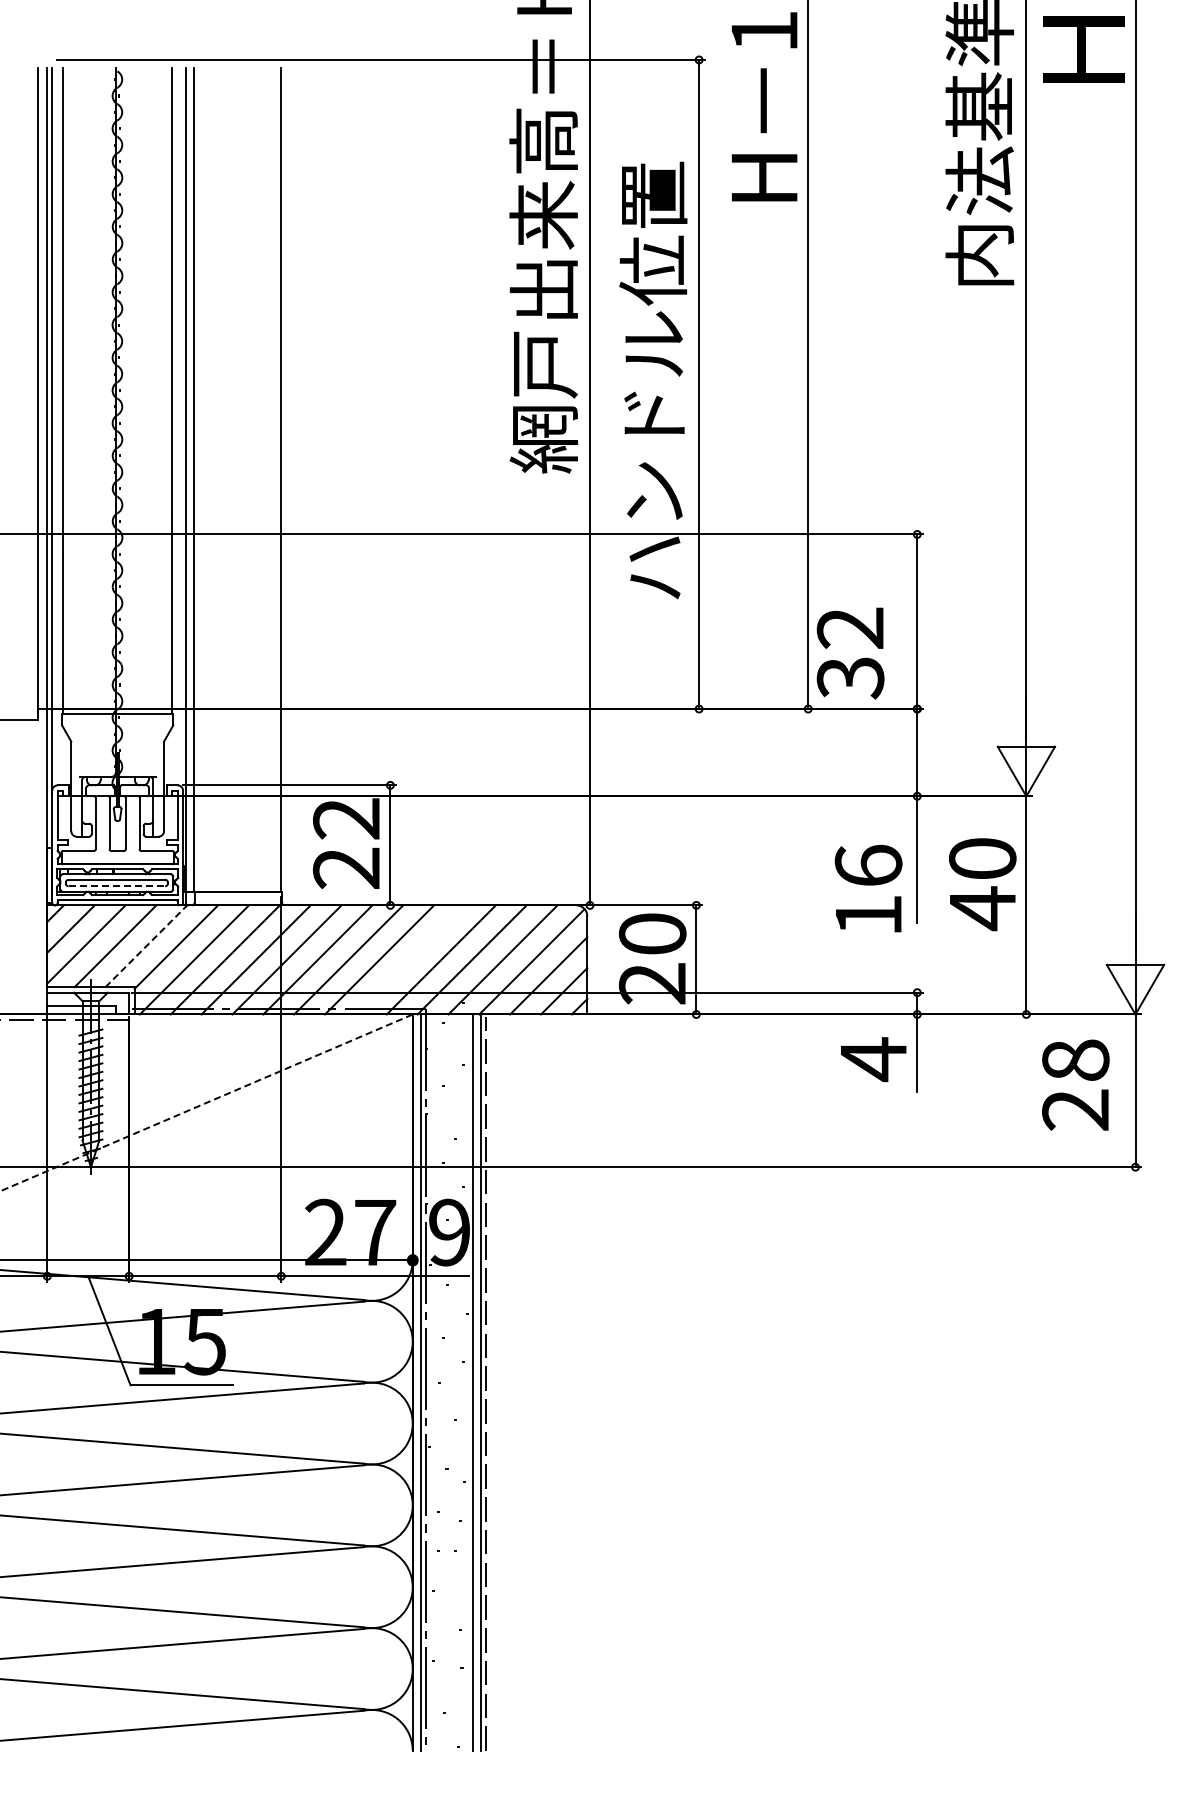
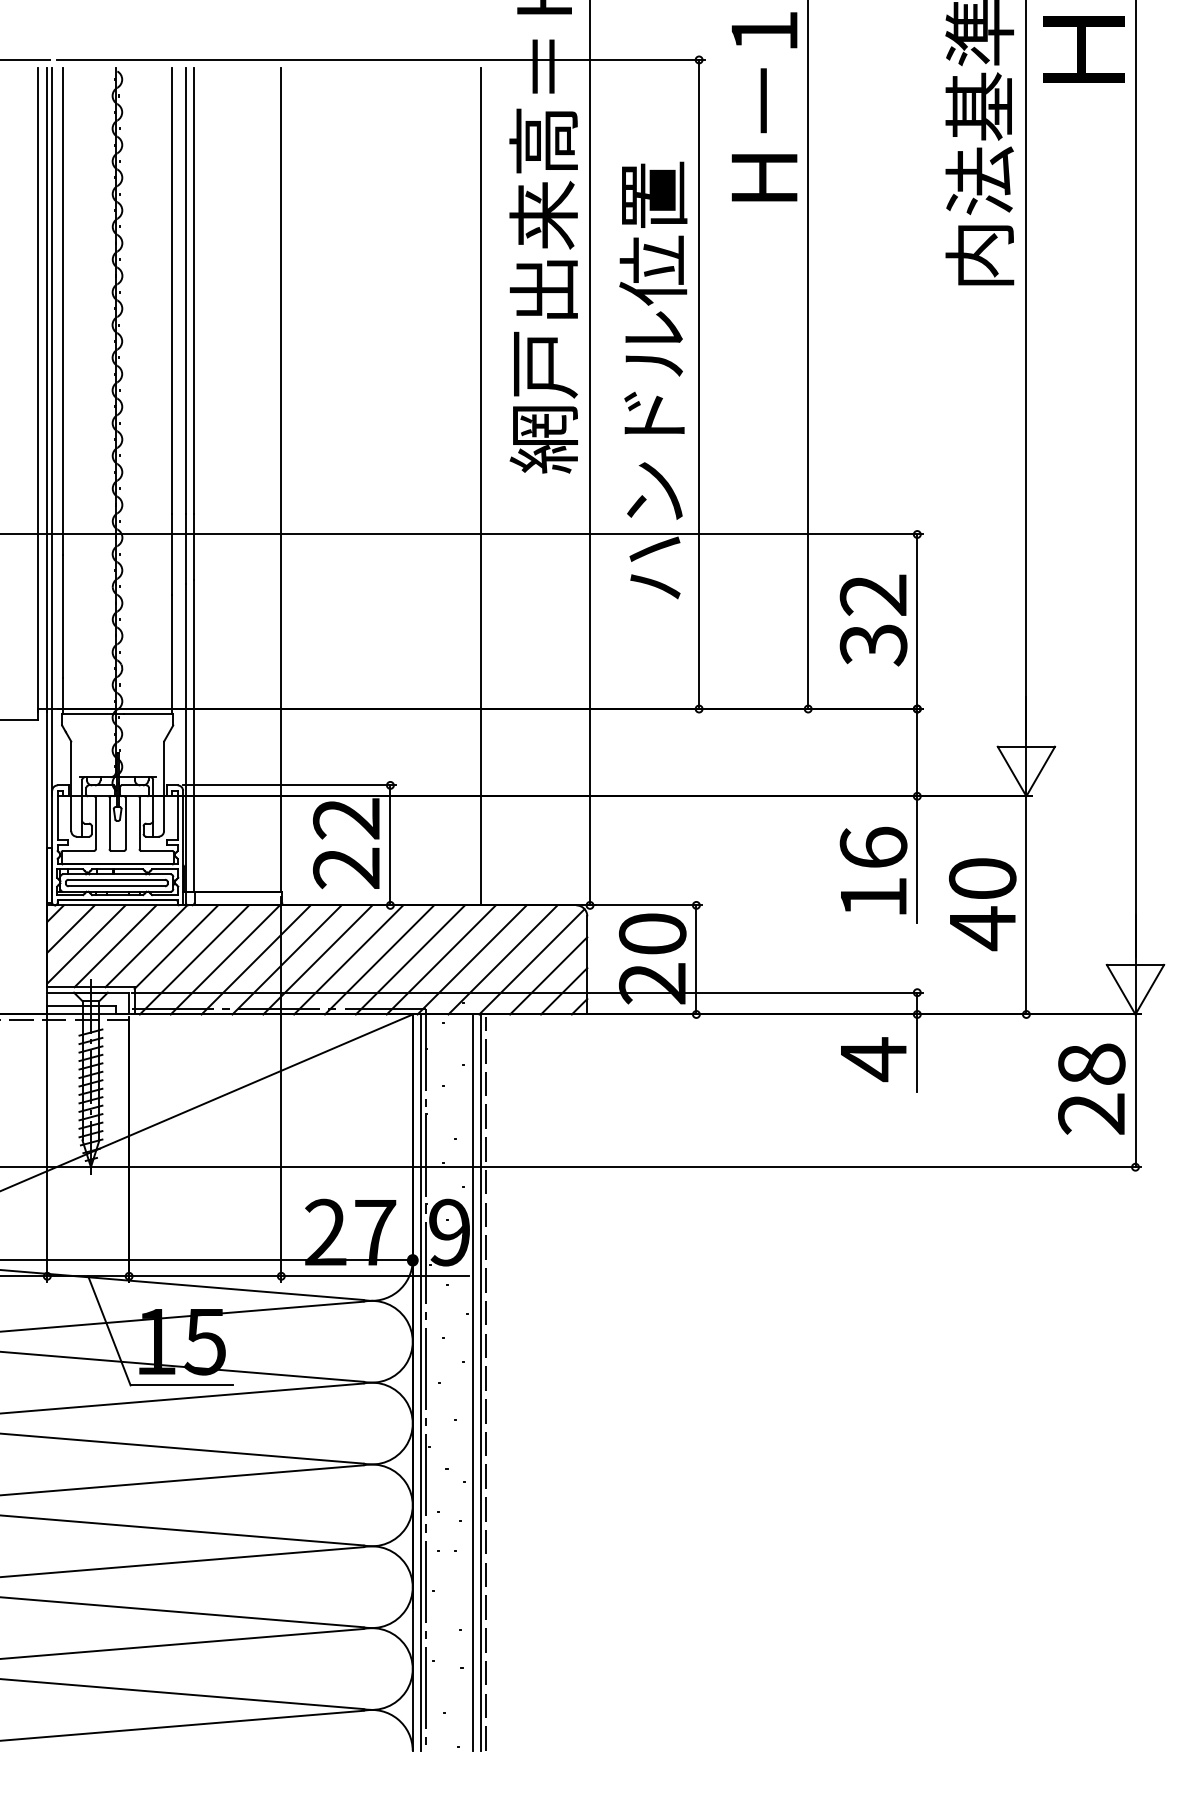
line at (26, 59): none -> present
line at (480, 486): none -> present
text at (850, 653) position: (850, 653) -> (873, 620)
text at (982, 884) position: (982, 884) -> (982, 904)
line at (117, 886): dashed -> solid
text at (868, 888) position: (868, 888) -> (873, 870)
line at (146, 946): dashed -> solid
line at (409, 959): none -> present
text at (1075, 1084) position: (1075, 1084) -> (1091, 1088)
line at (207, 1102): dashed -> solid
